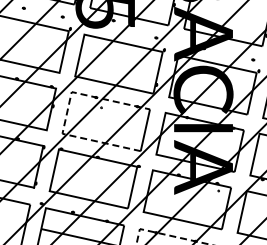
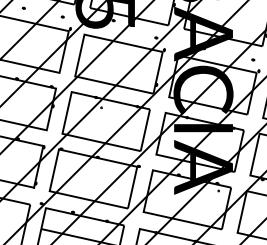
line at (67, 112): dashed -> solid
line at (167, 235): dashed -> solid
